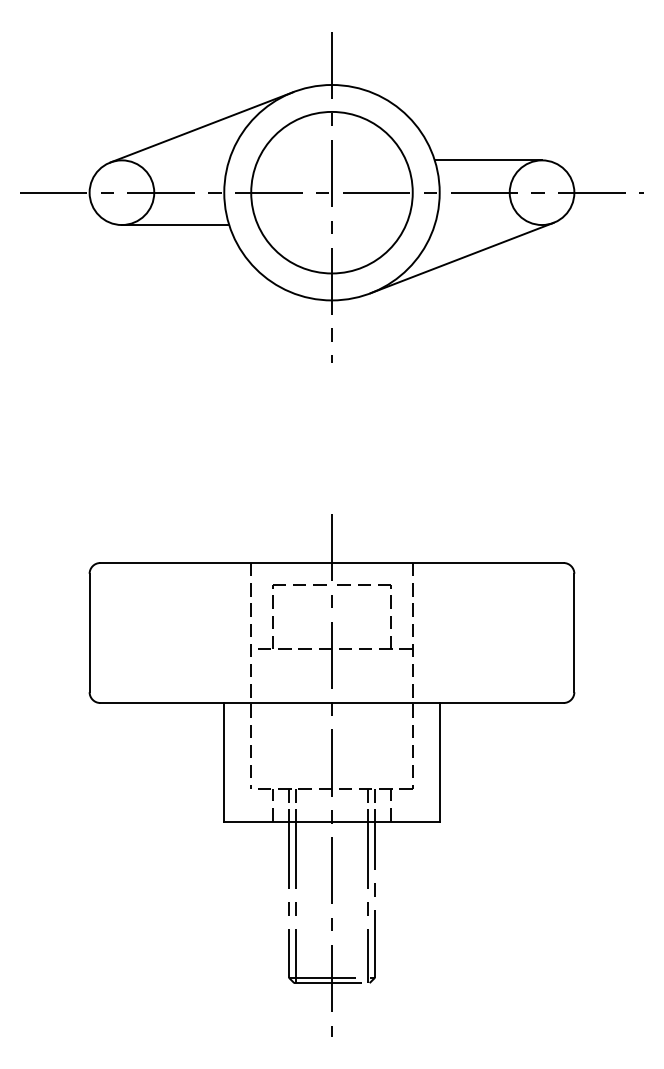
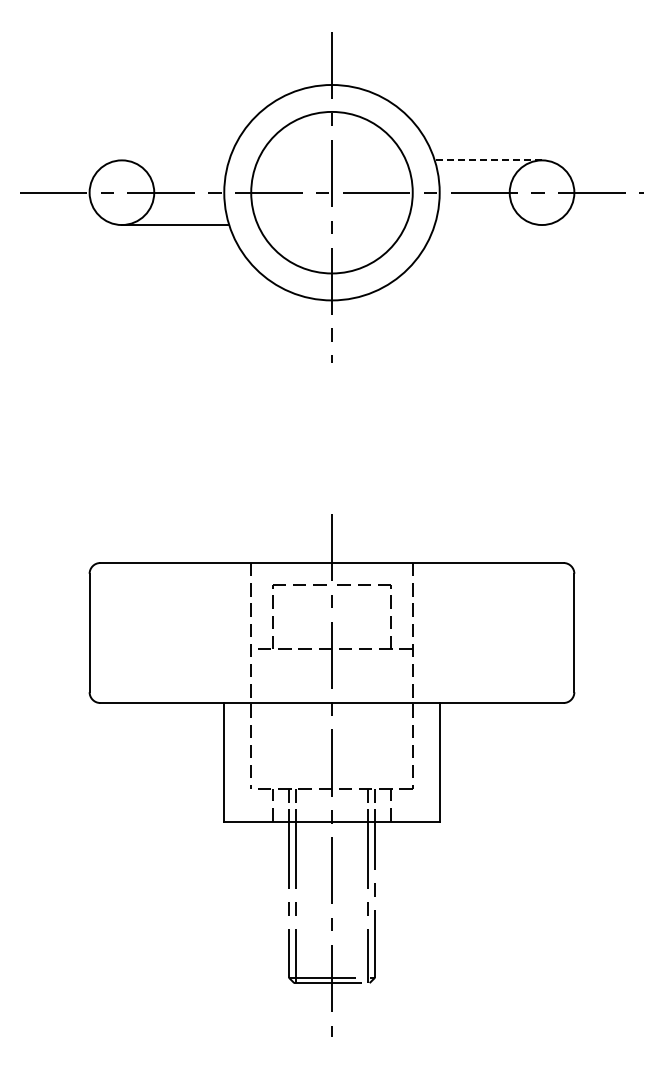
line at (201, 127): present -> none
line at (488, 160): solid -> dashed
line at (461, 257): present -> none
